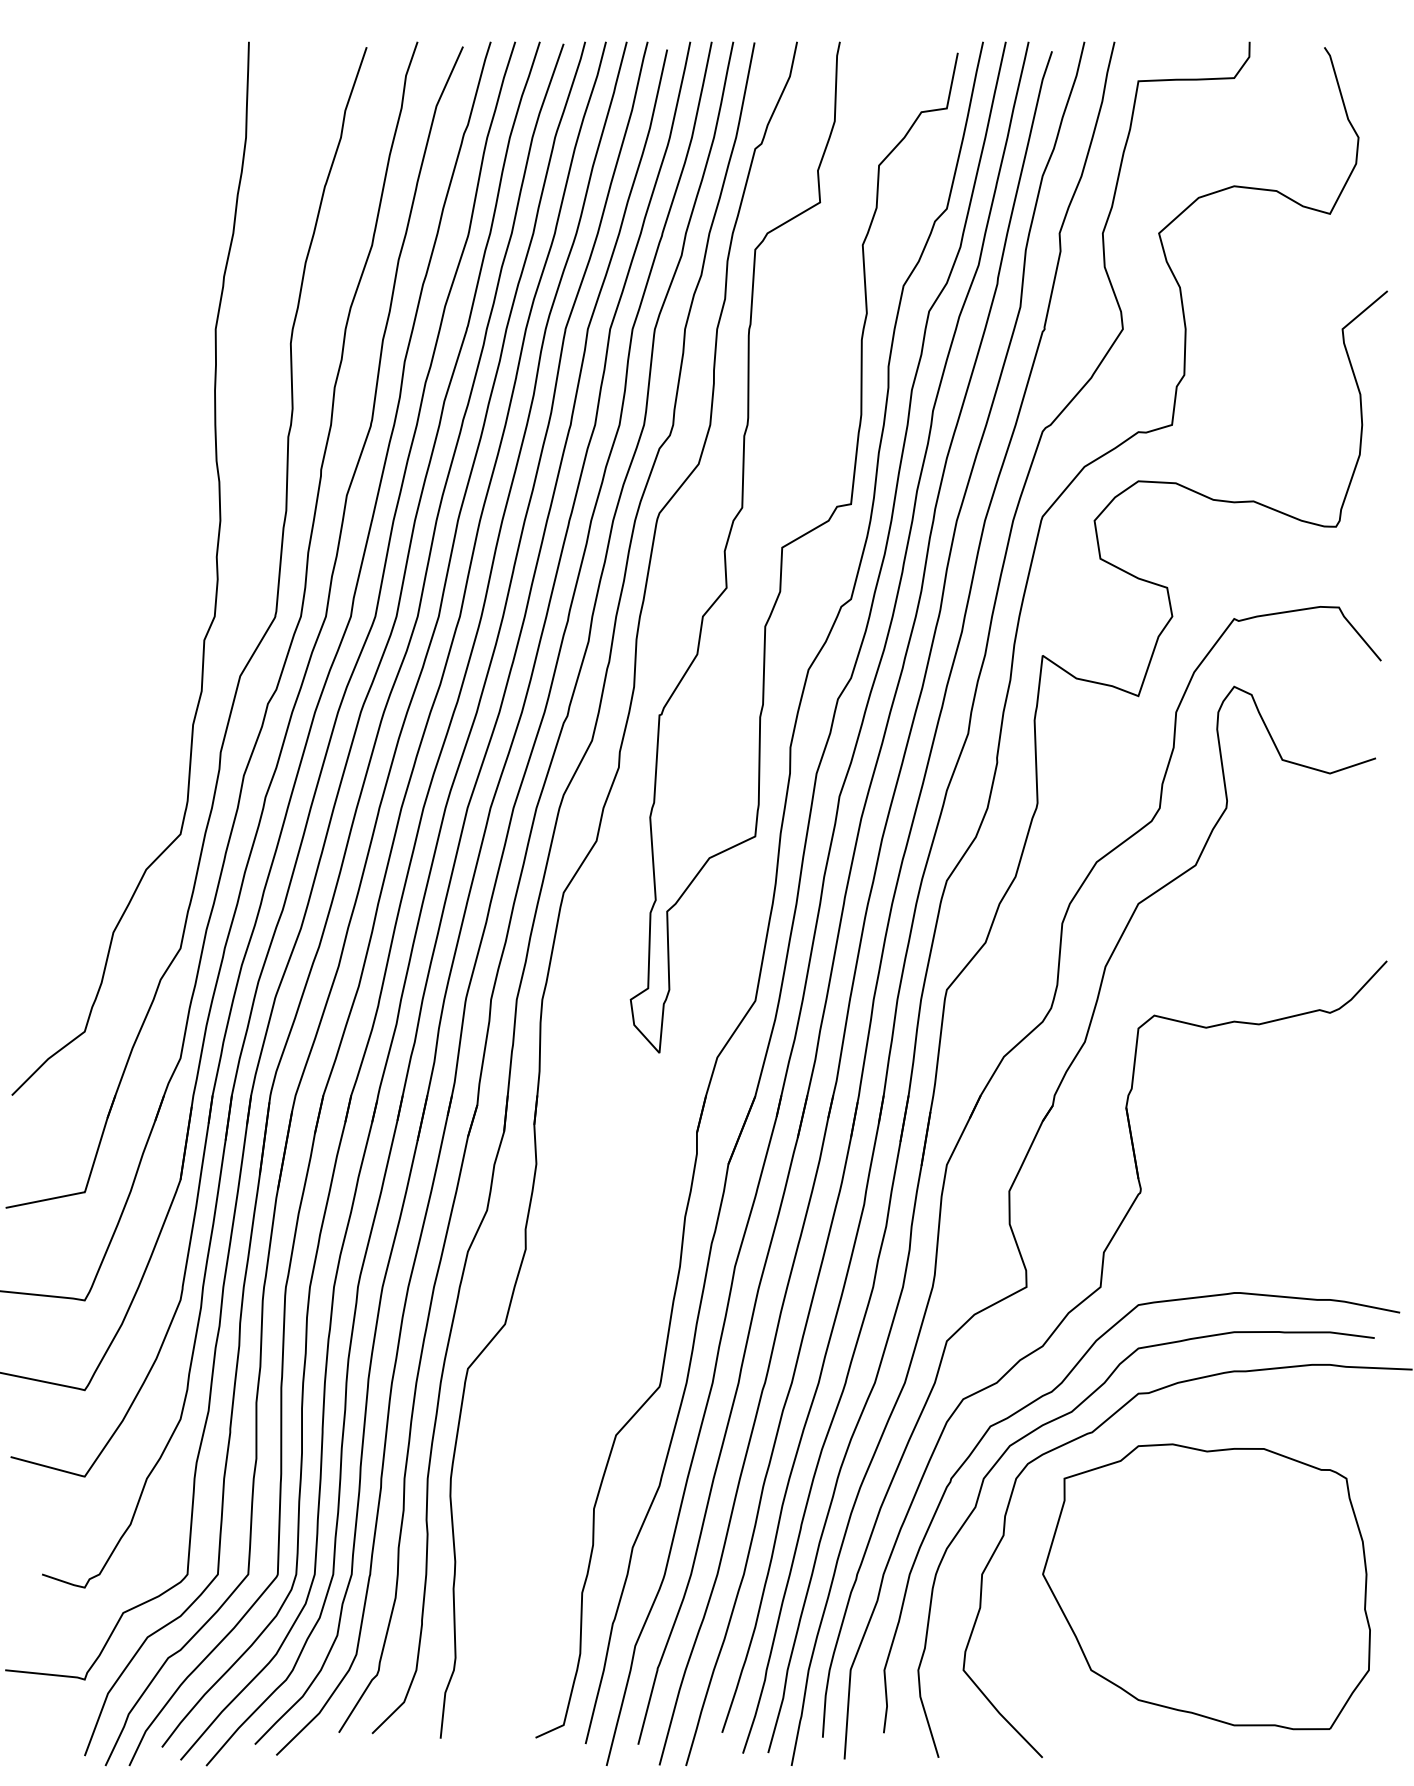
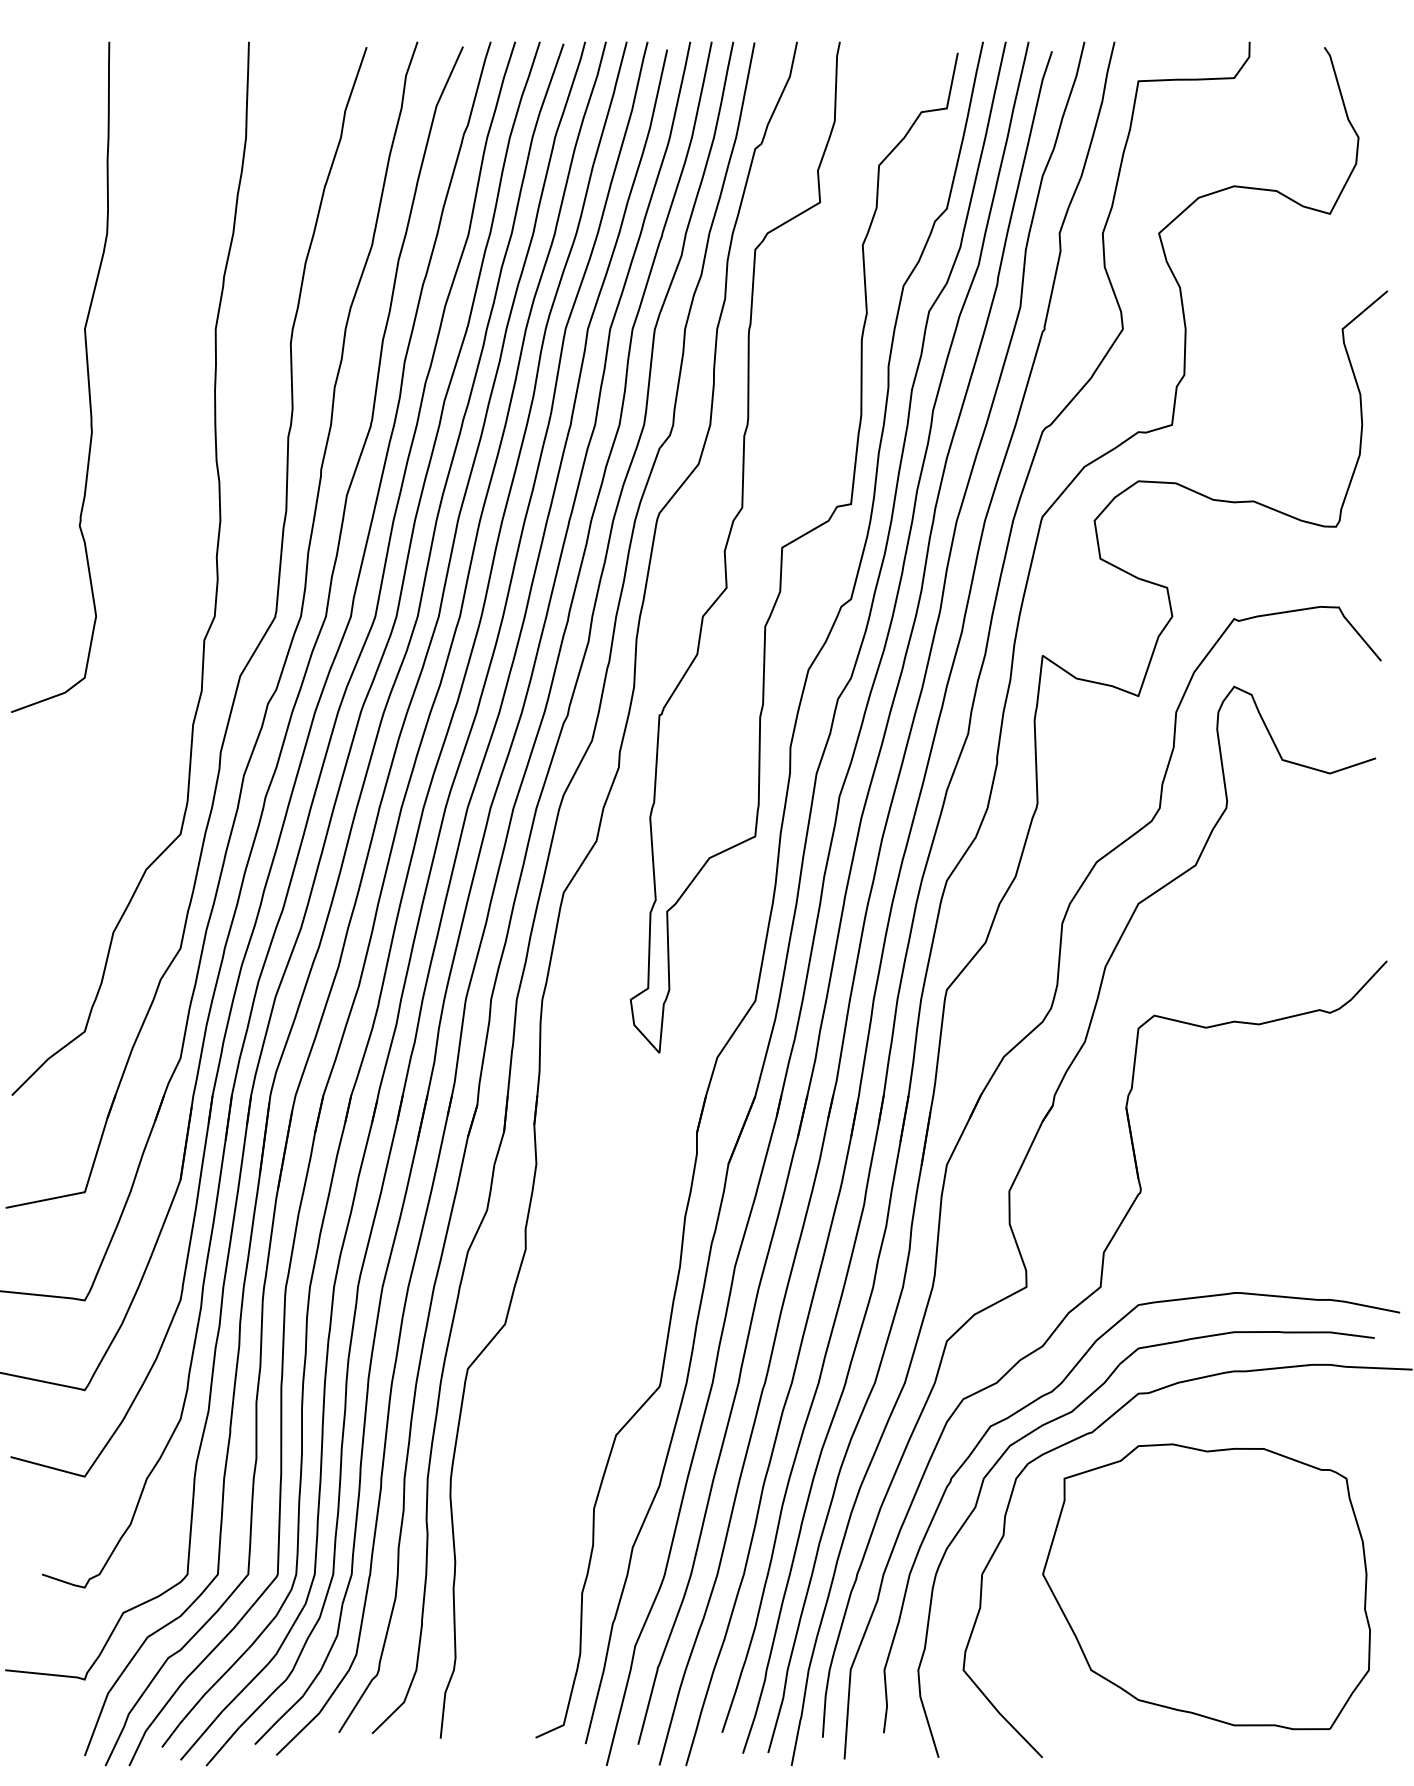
curve at (87, 376): none -> present
